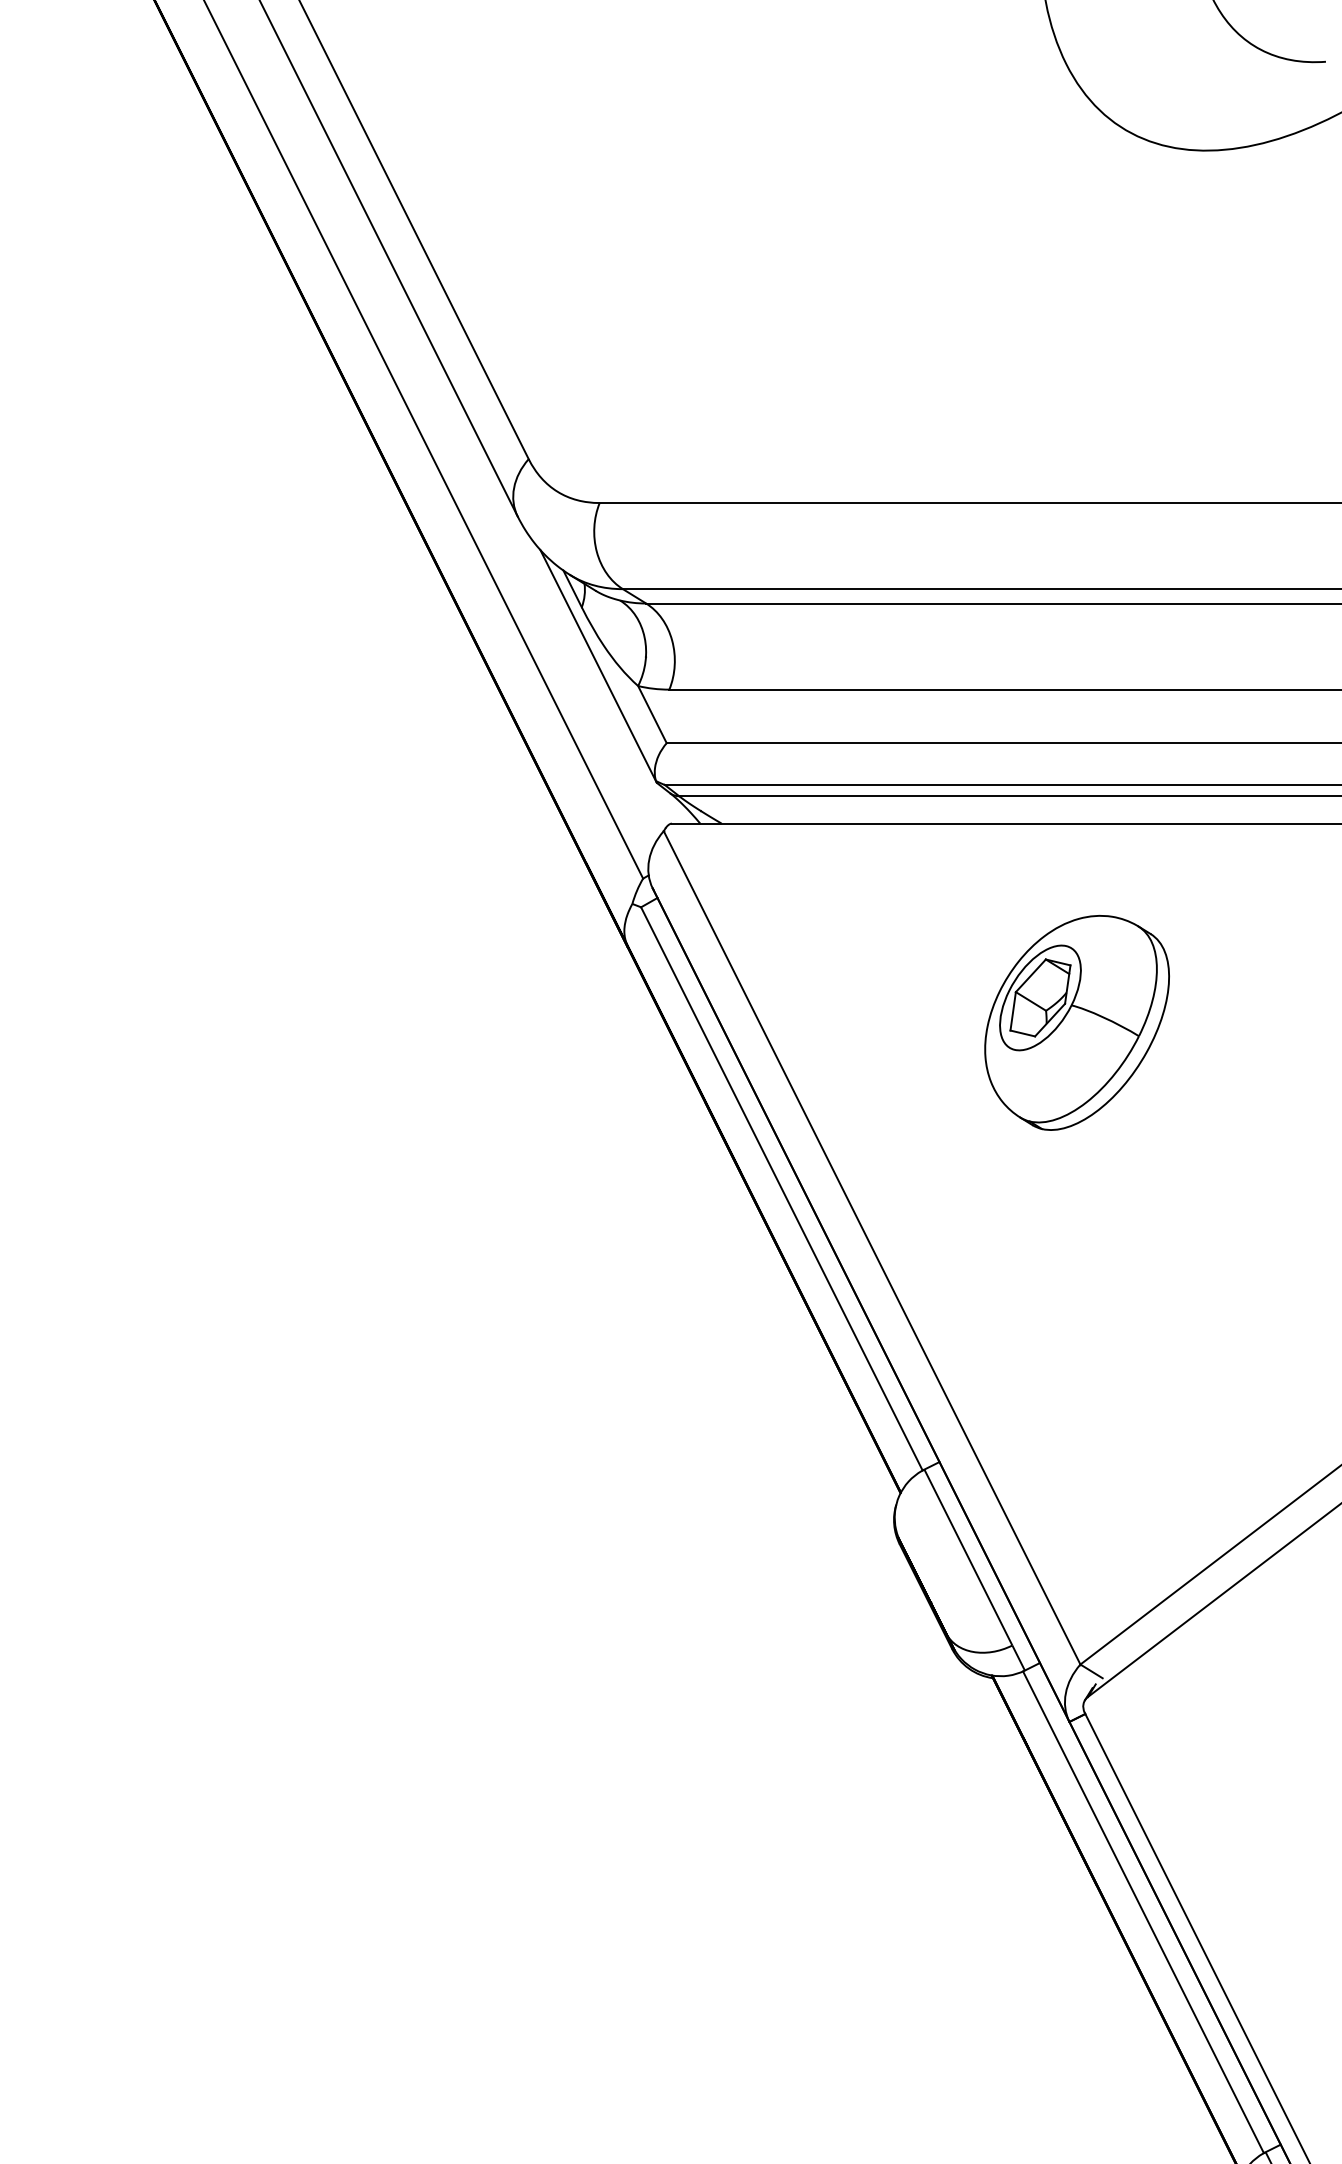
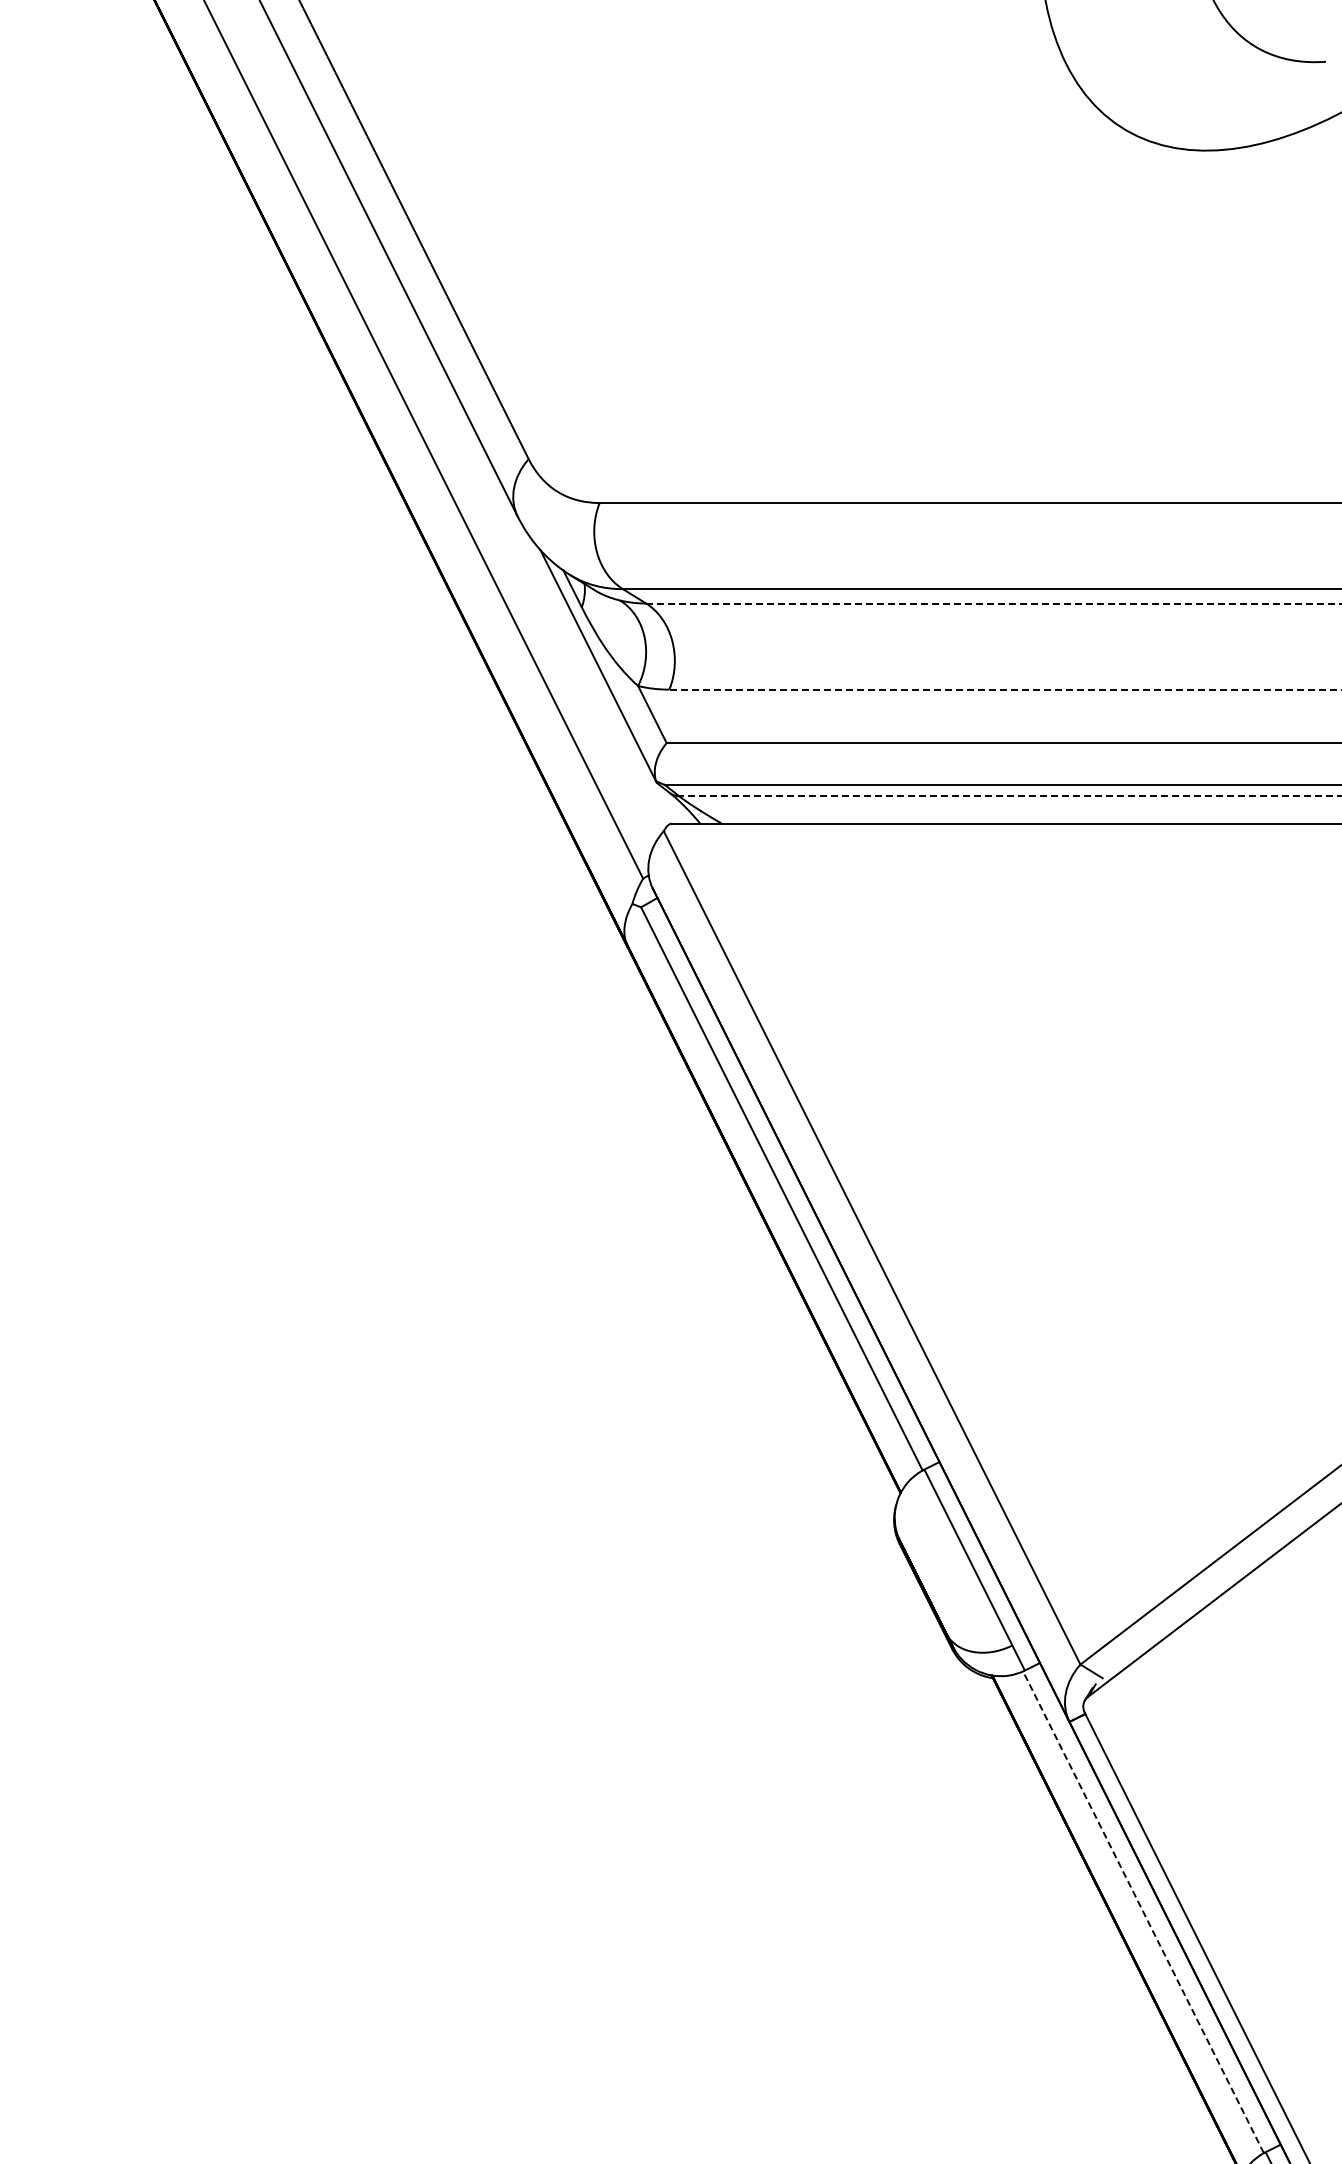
line at (994, 603): solid -> dashed
line at (1005, 689): solid -> dashed
line at (1010, 796): solid -> dashed
part at (1076, 1022): present -> none
line at (1143, 1911): solid -> dashed
